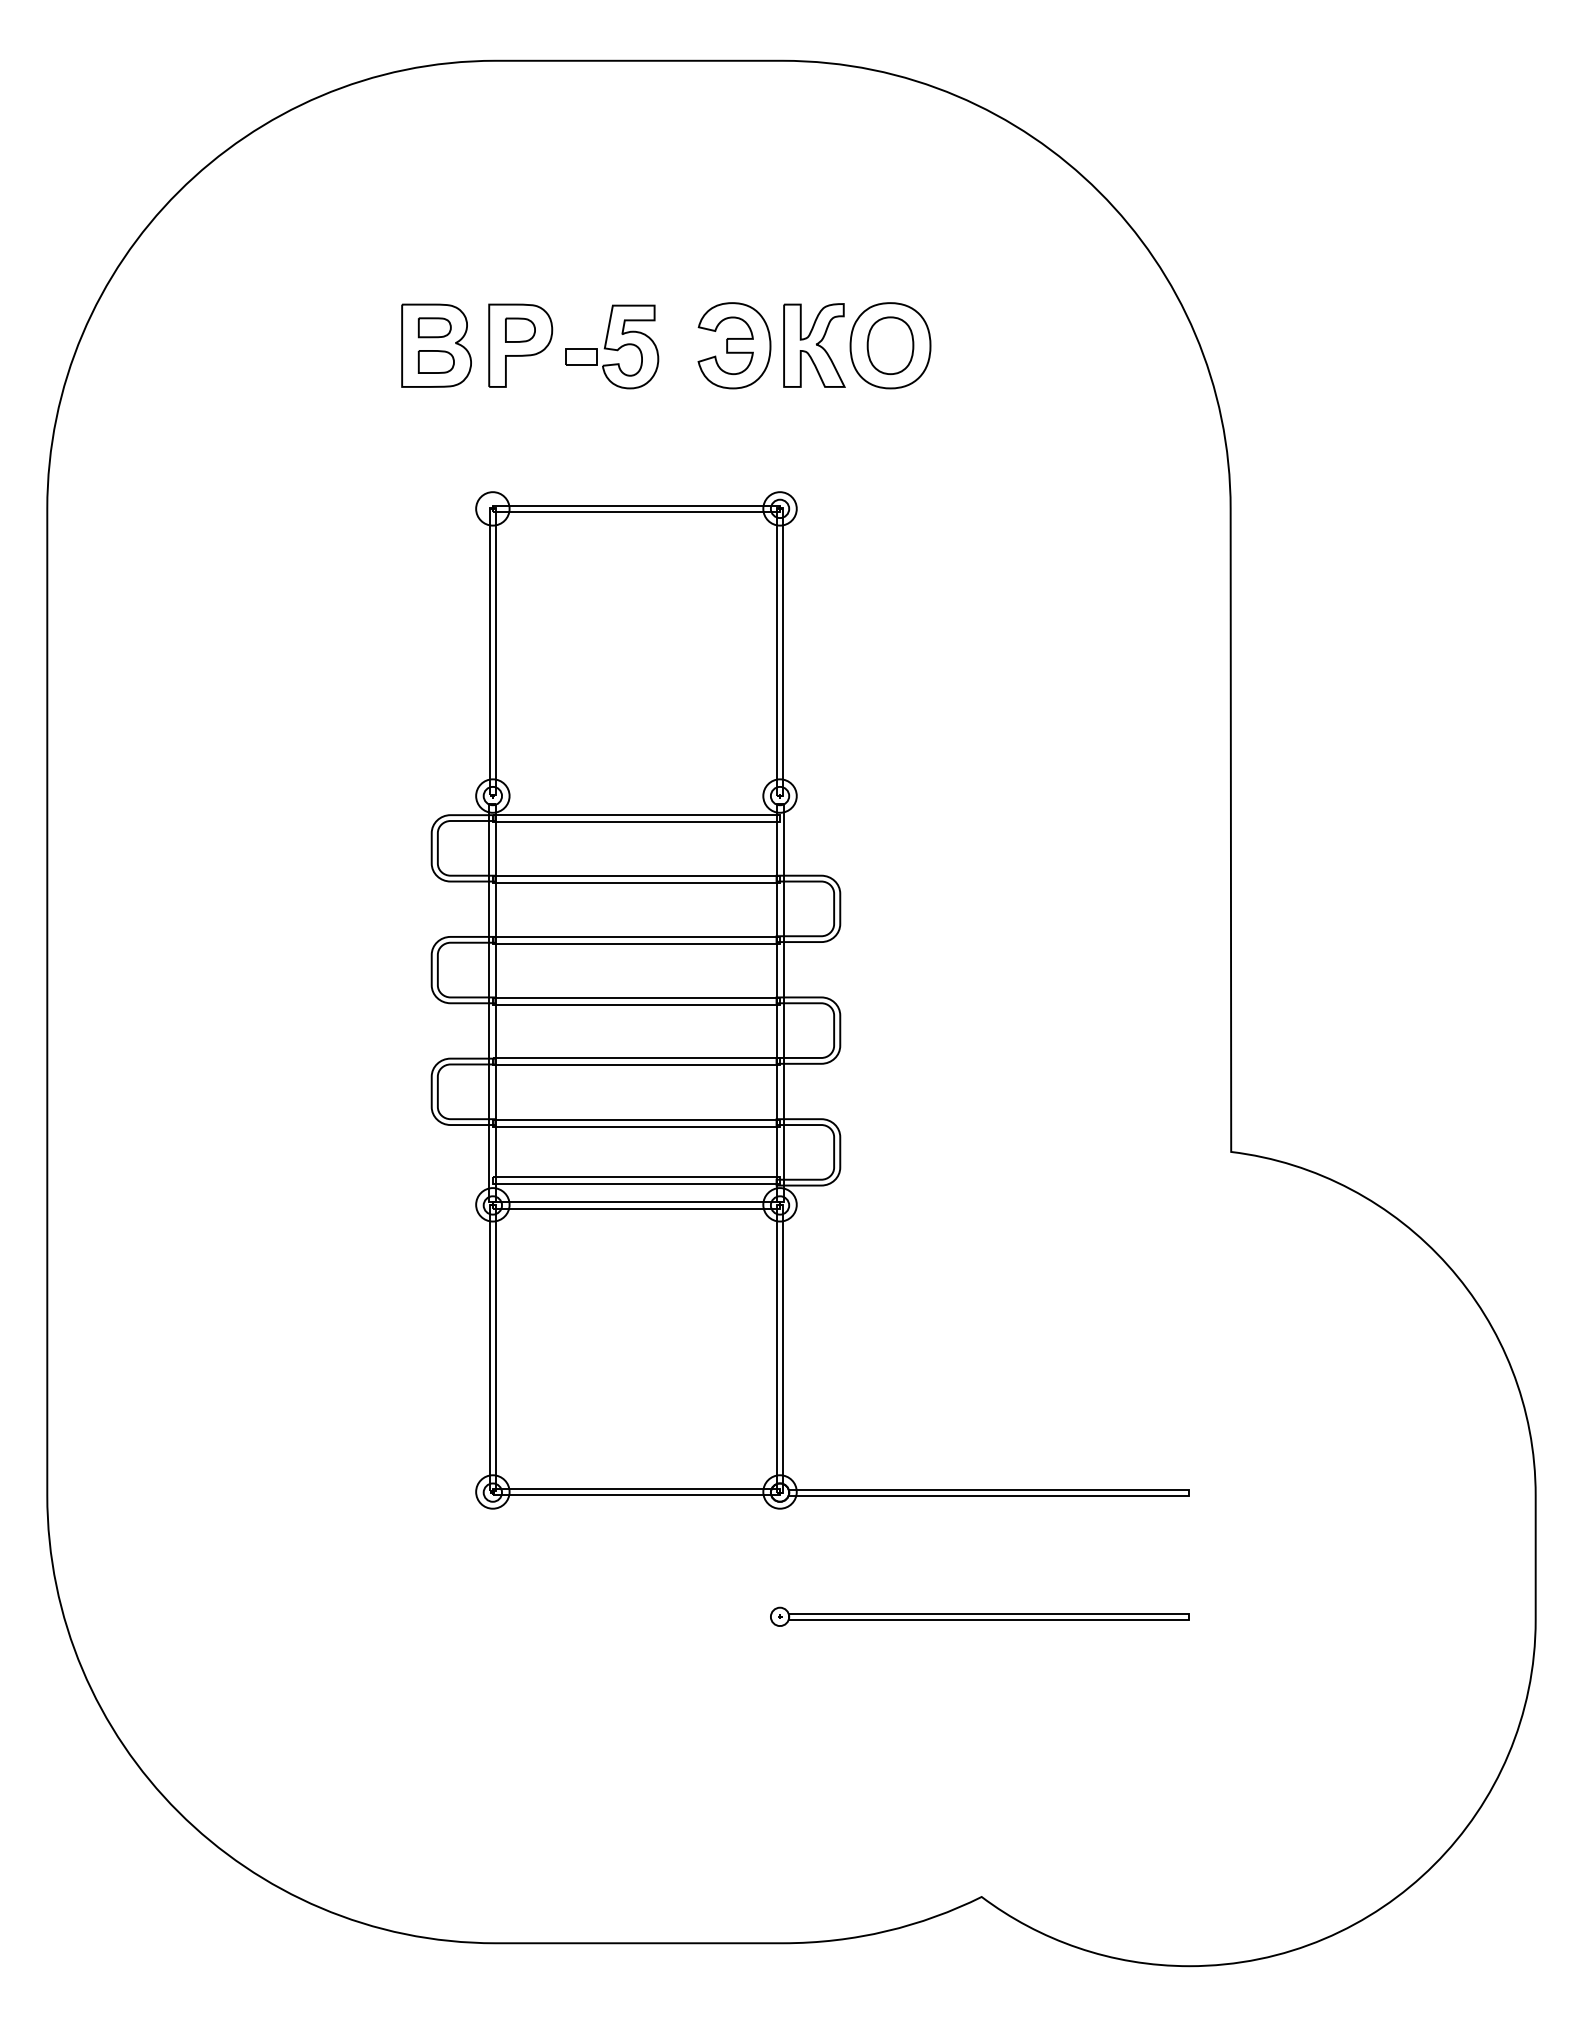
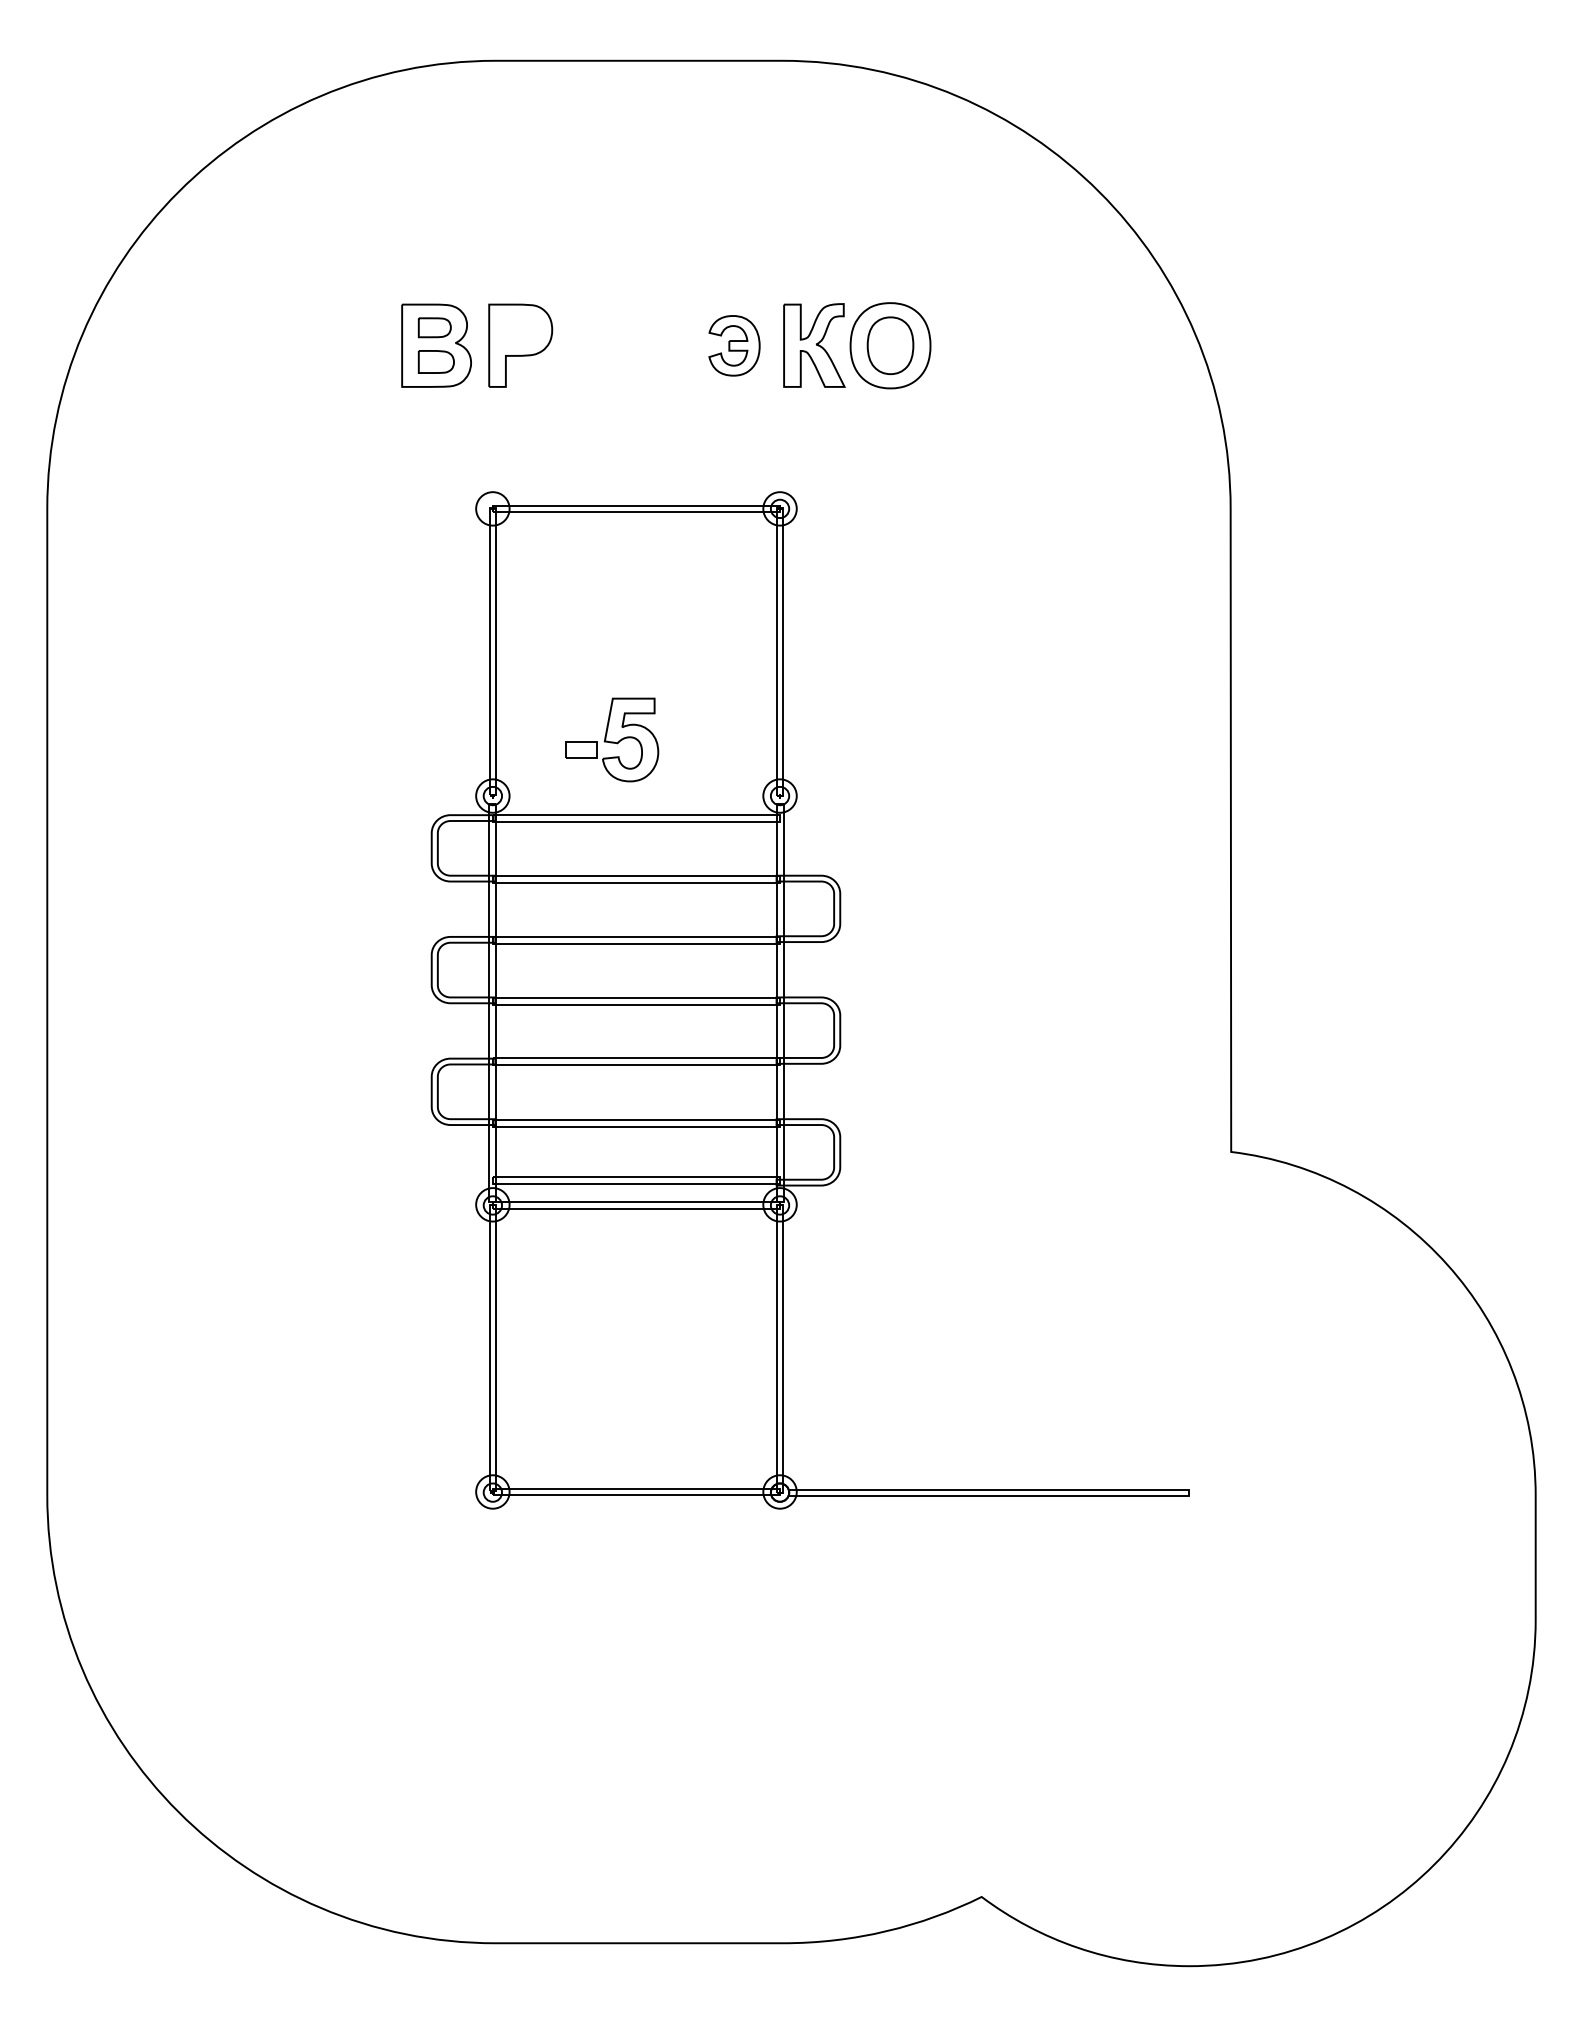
part at (520, 329): present -> none
part at (734, 345) size: 75x88 px -> 53x62 px
part at (612, 346) position: (612, 346) -> (612, 739)
part at (979, 1616): present -> none
